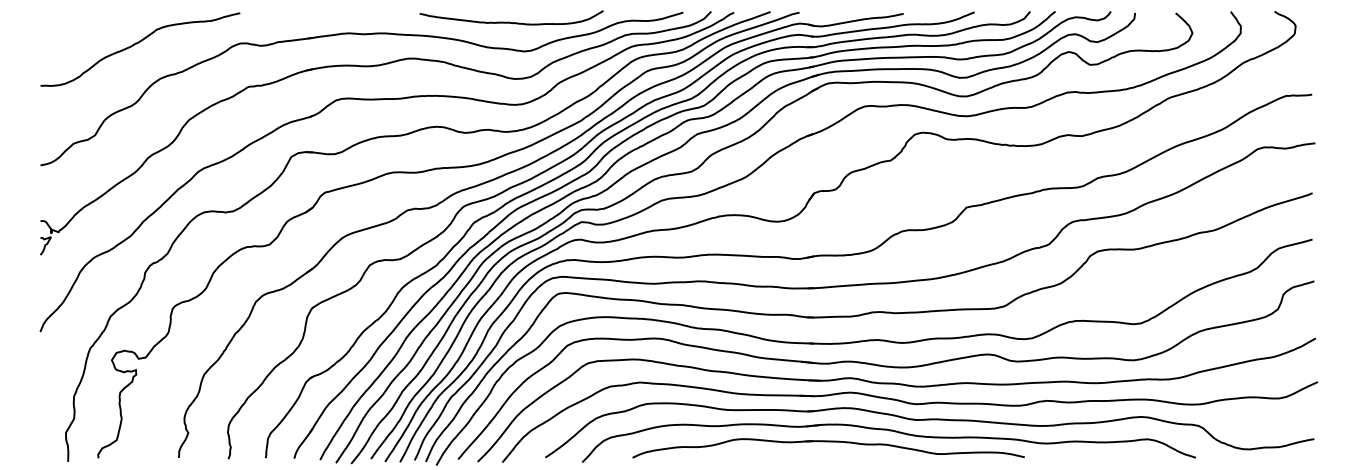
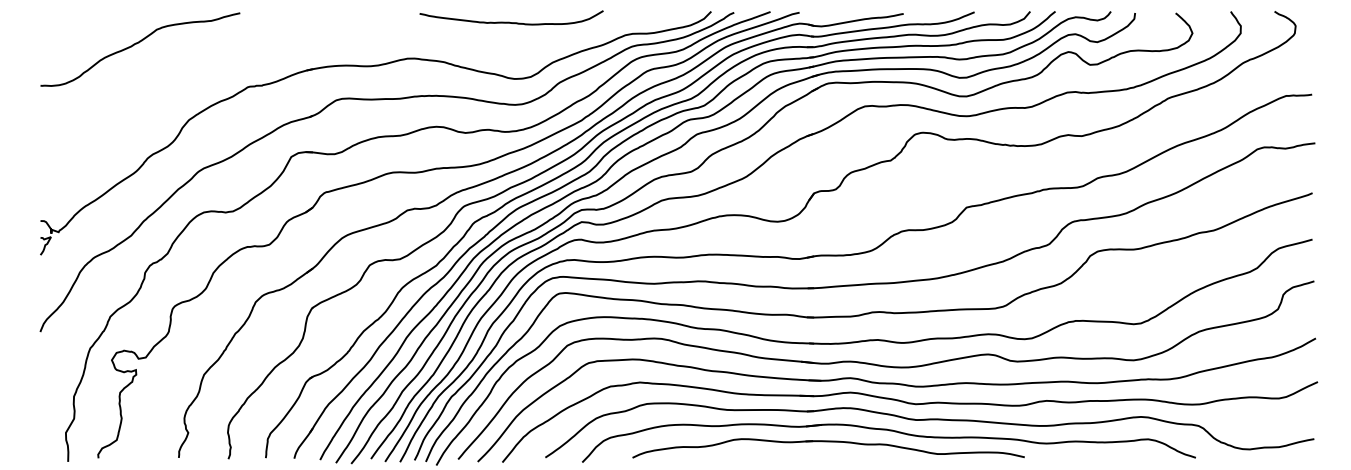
part at (362, 35): present -> none
